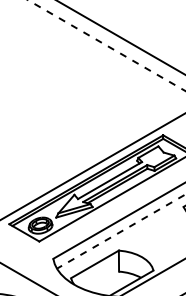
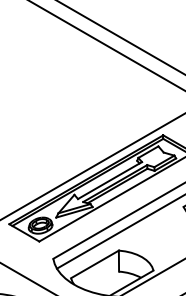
line at (107, 45): dashed -> solid
line at (120, 231): dashed -> solid
